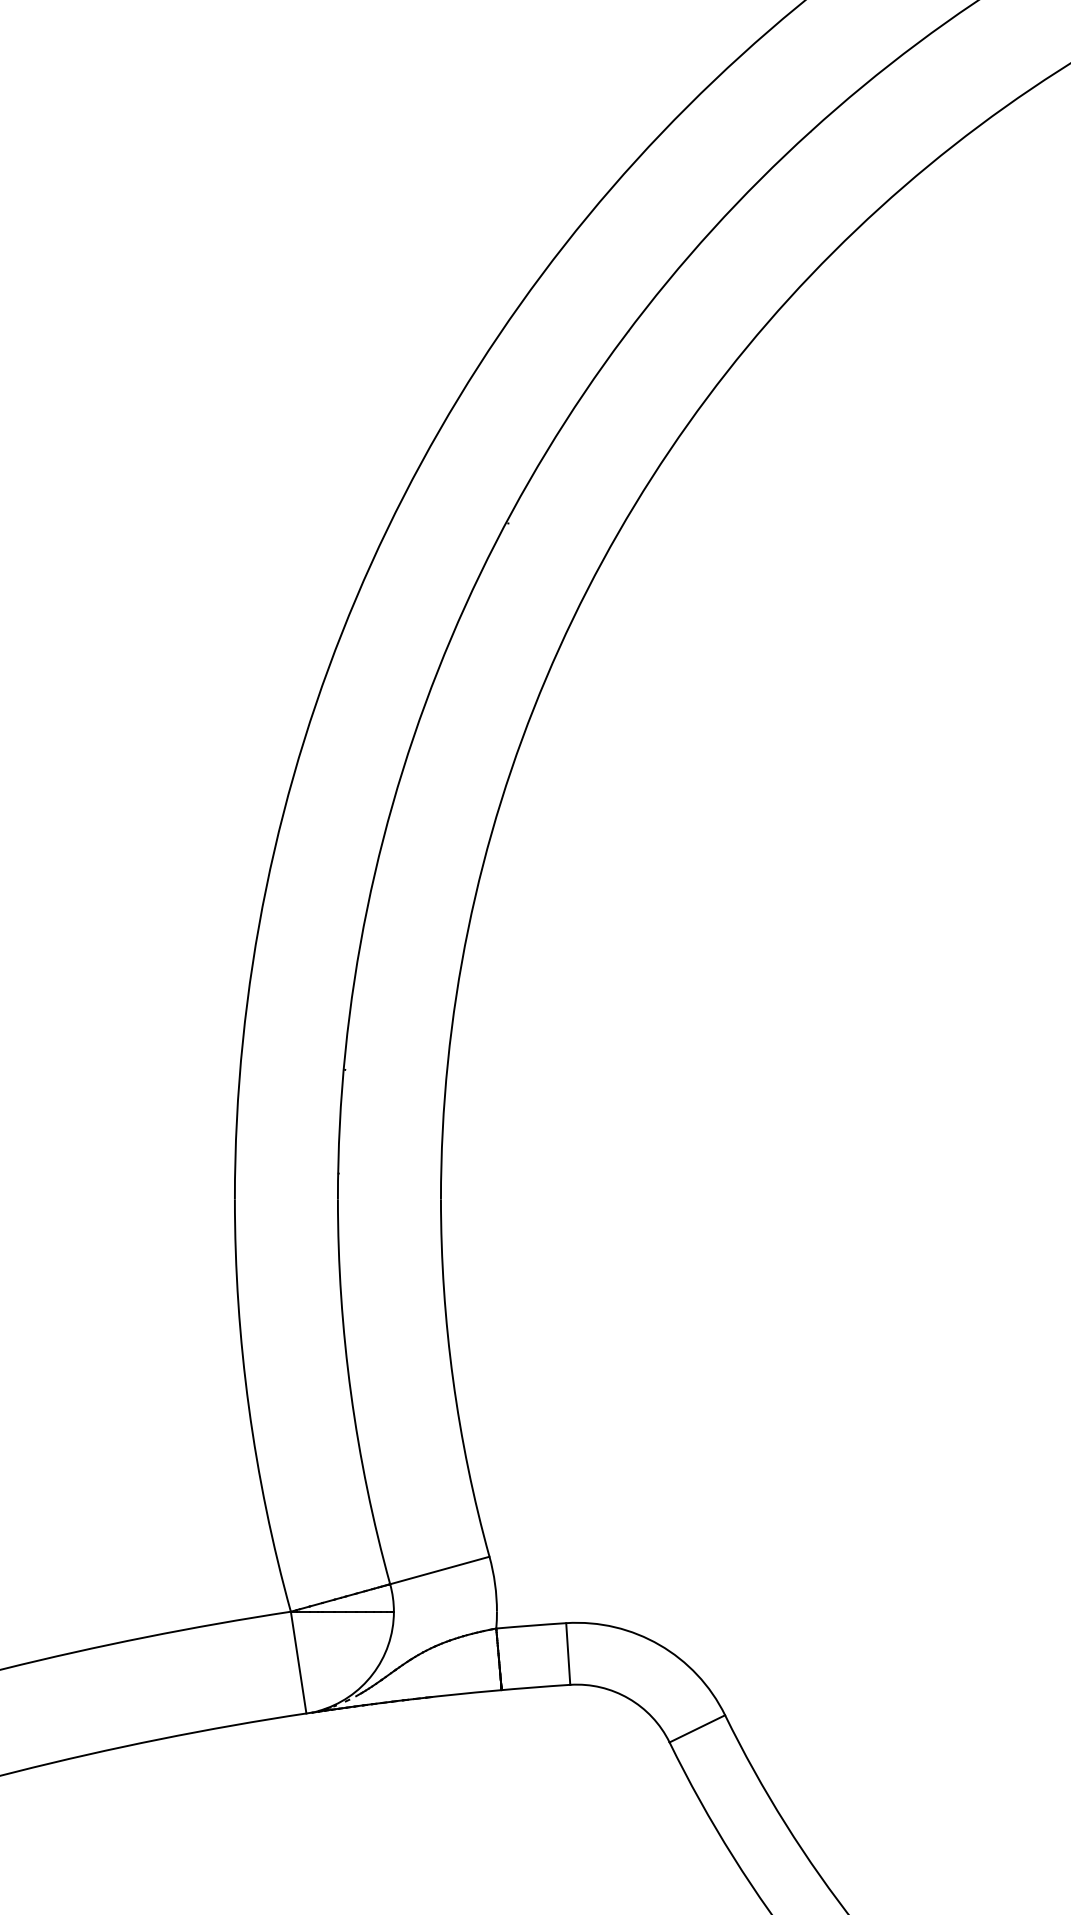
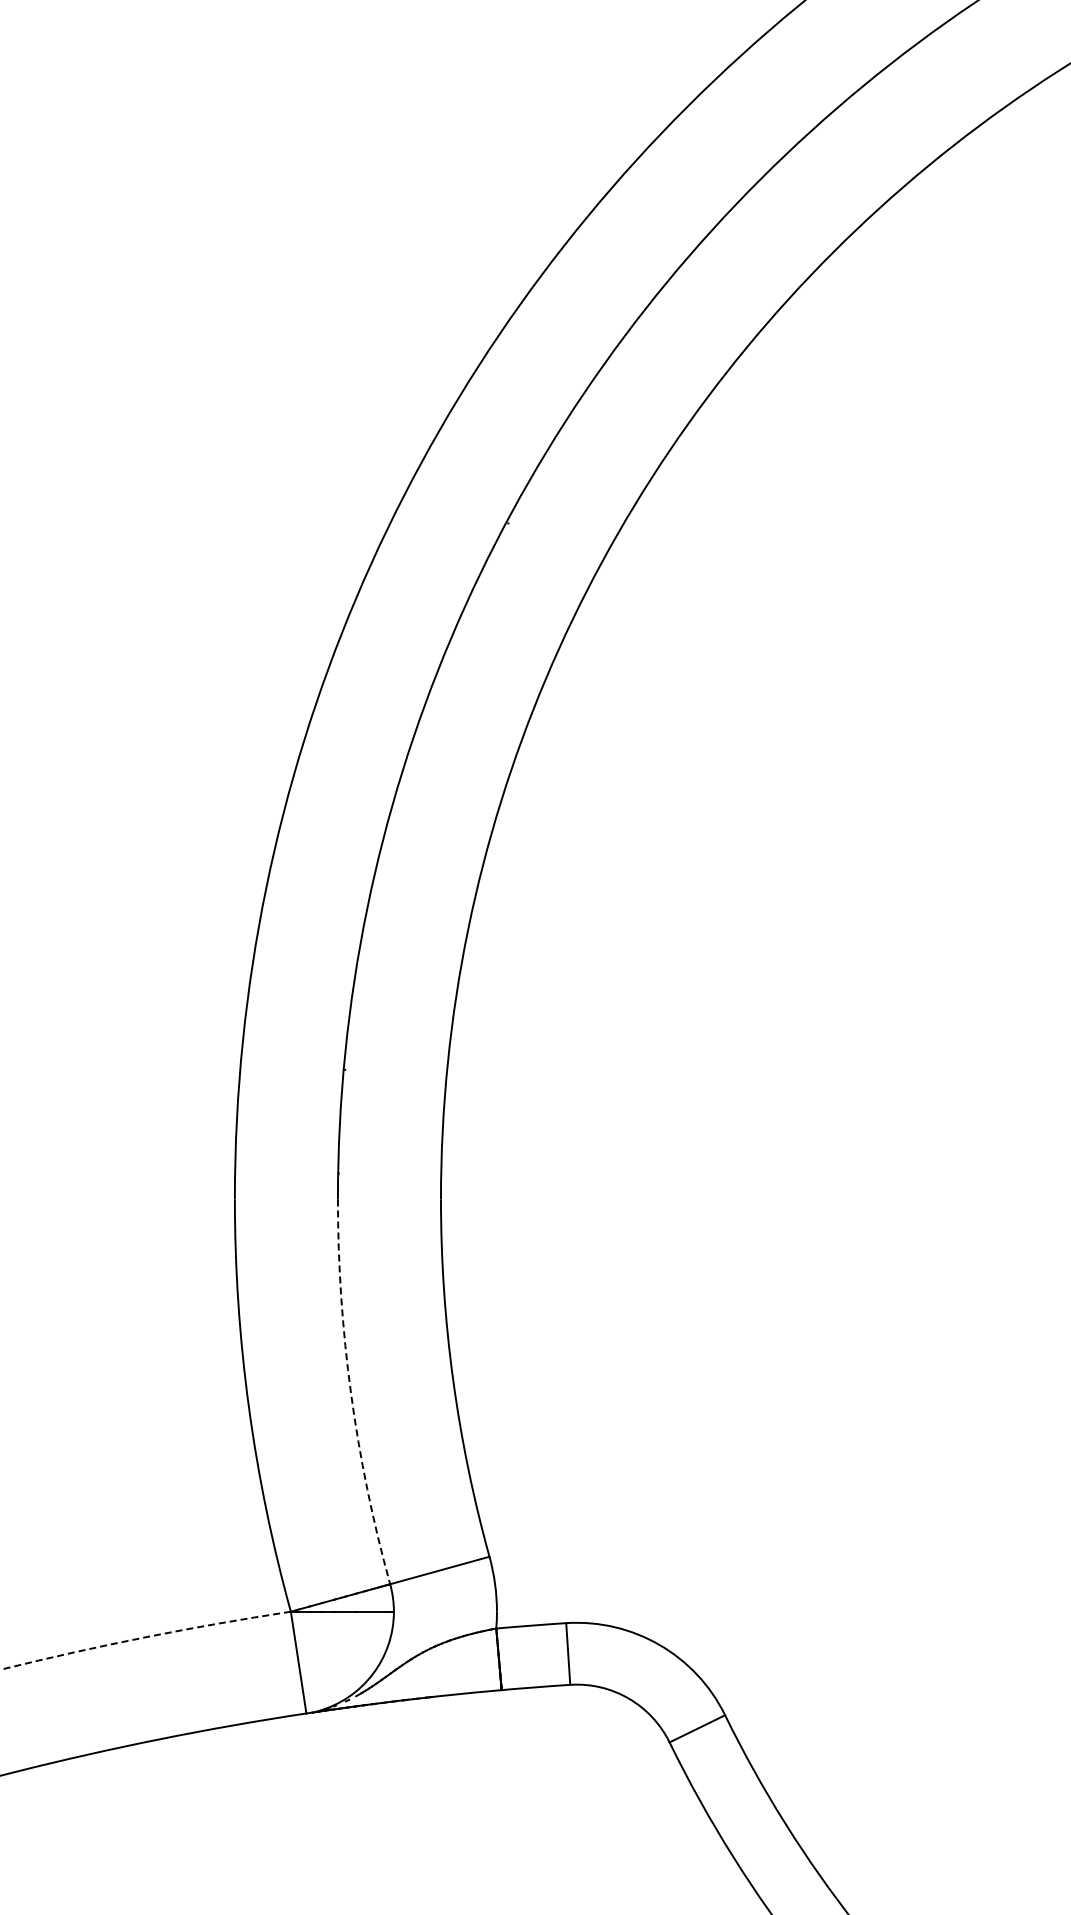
arc at (351, 1393): solid -> dashed
arc at (144, 1637): solid -> dashed
